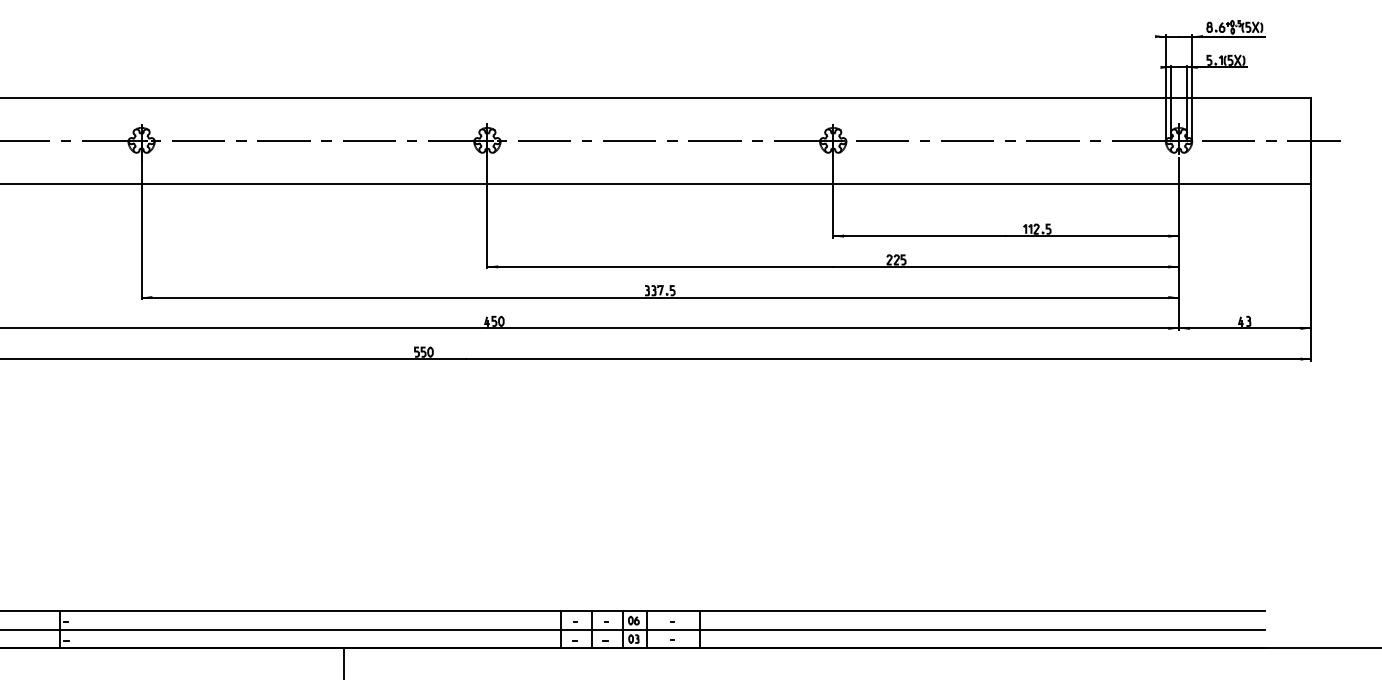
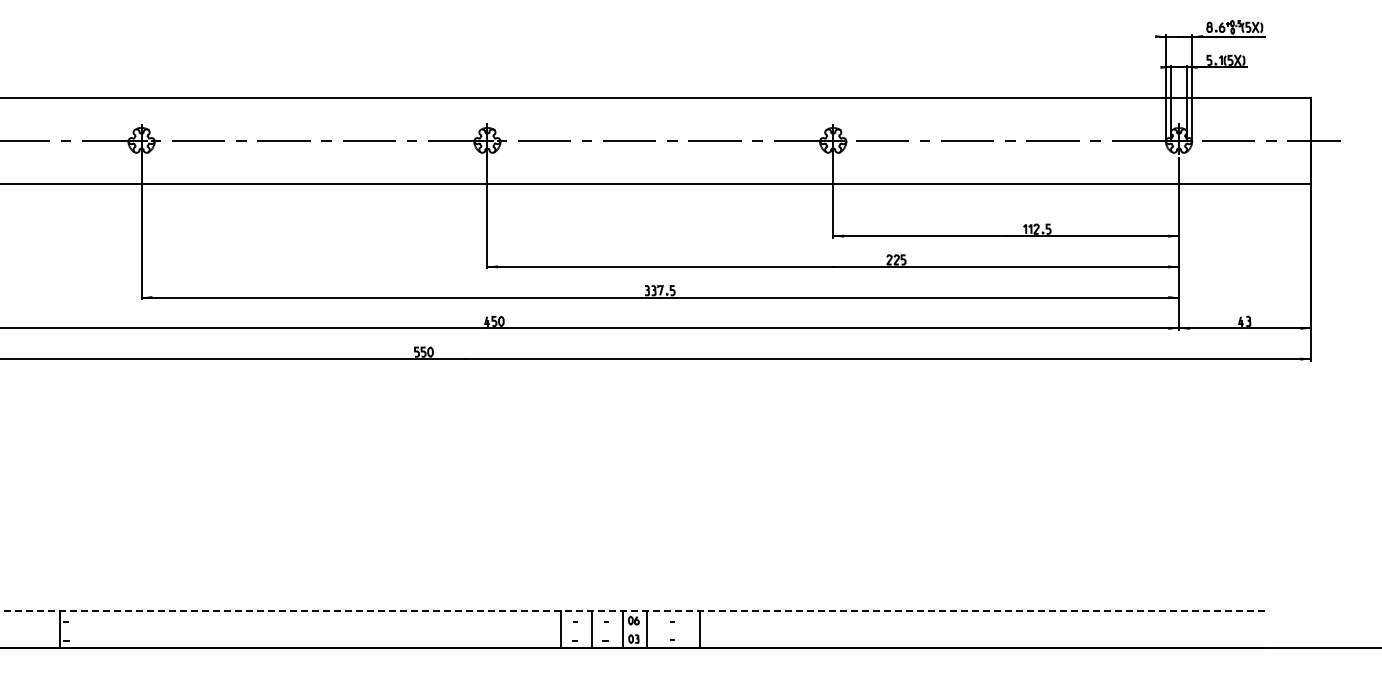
line at (633, 611): solid -> dashed
line at (633, 629): present -> none
line at (344, 663): present -> none
